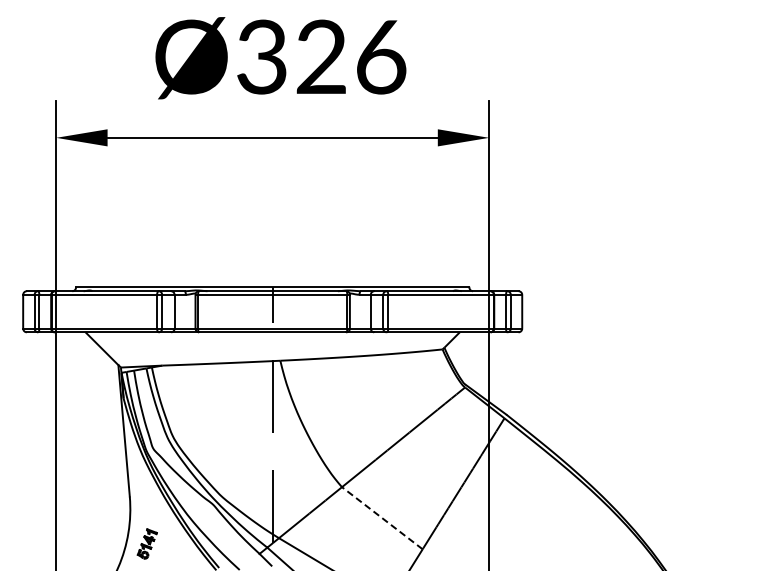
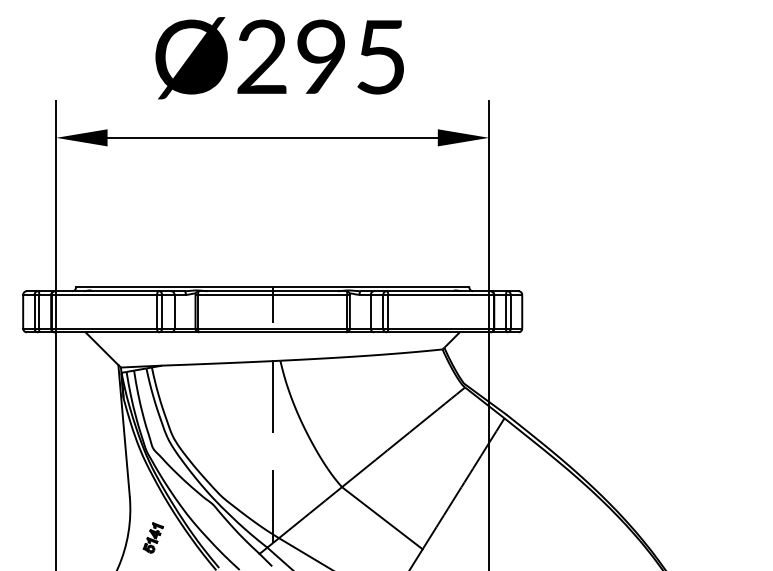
text at (321, 56): Ø326 -> Ø295
line at (382, 518): dashed -> solid
part at (146, 543) position: (146, 543) -> (152, 537)
